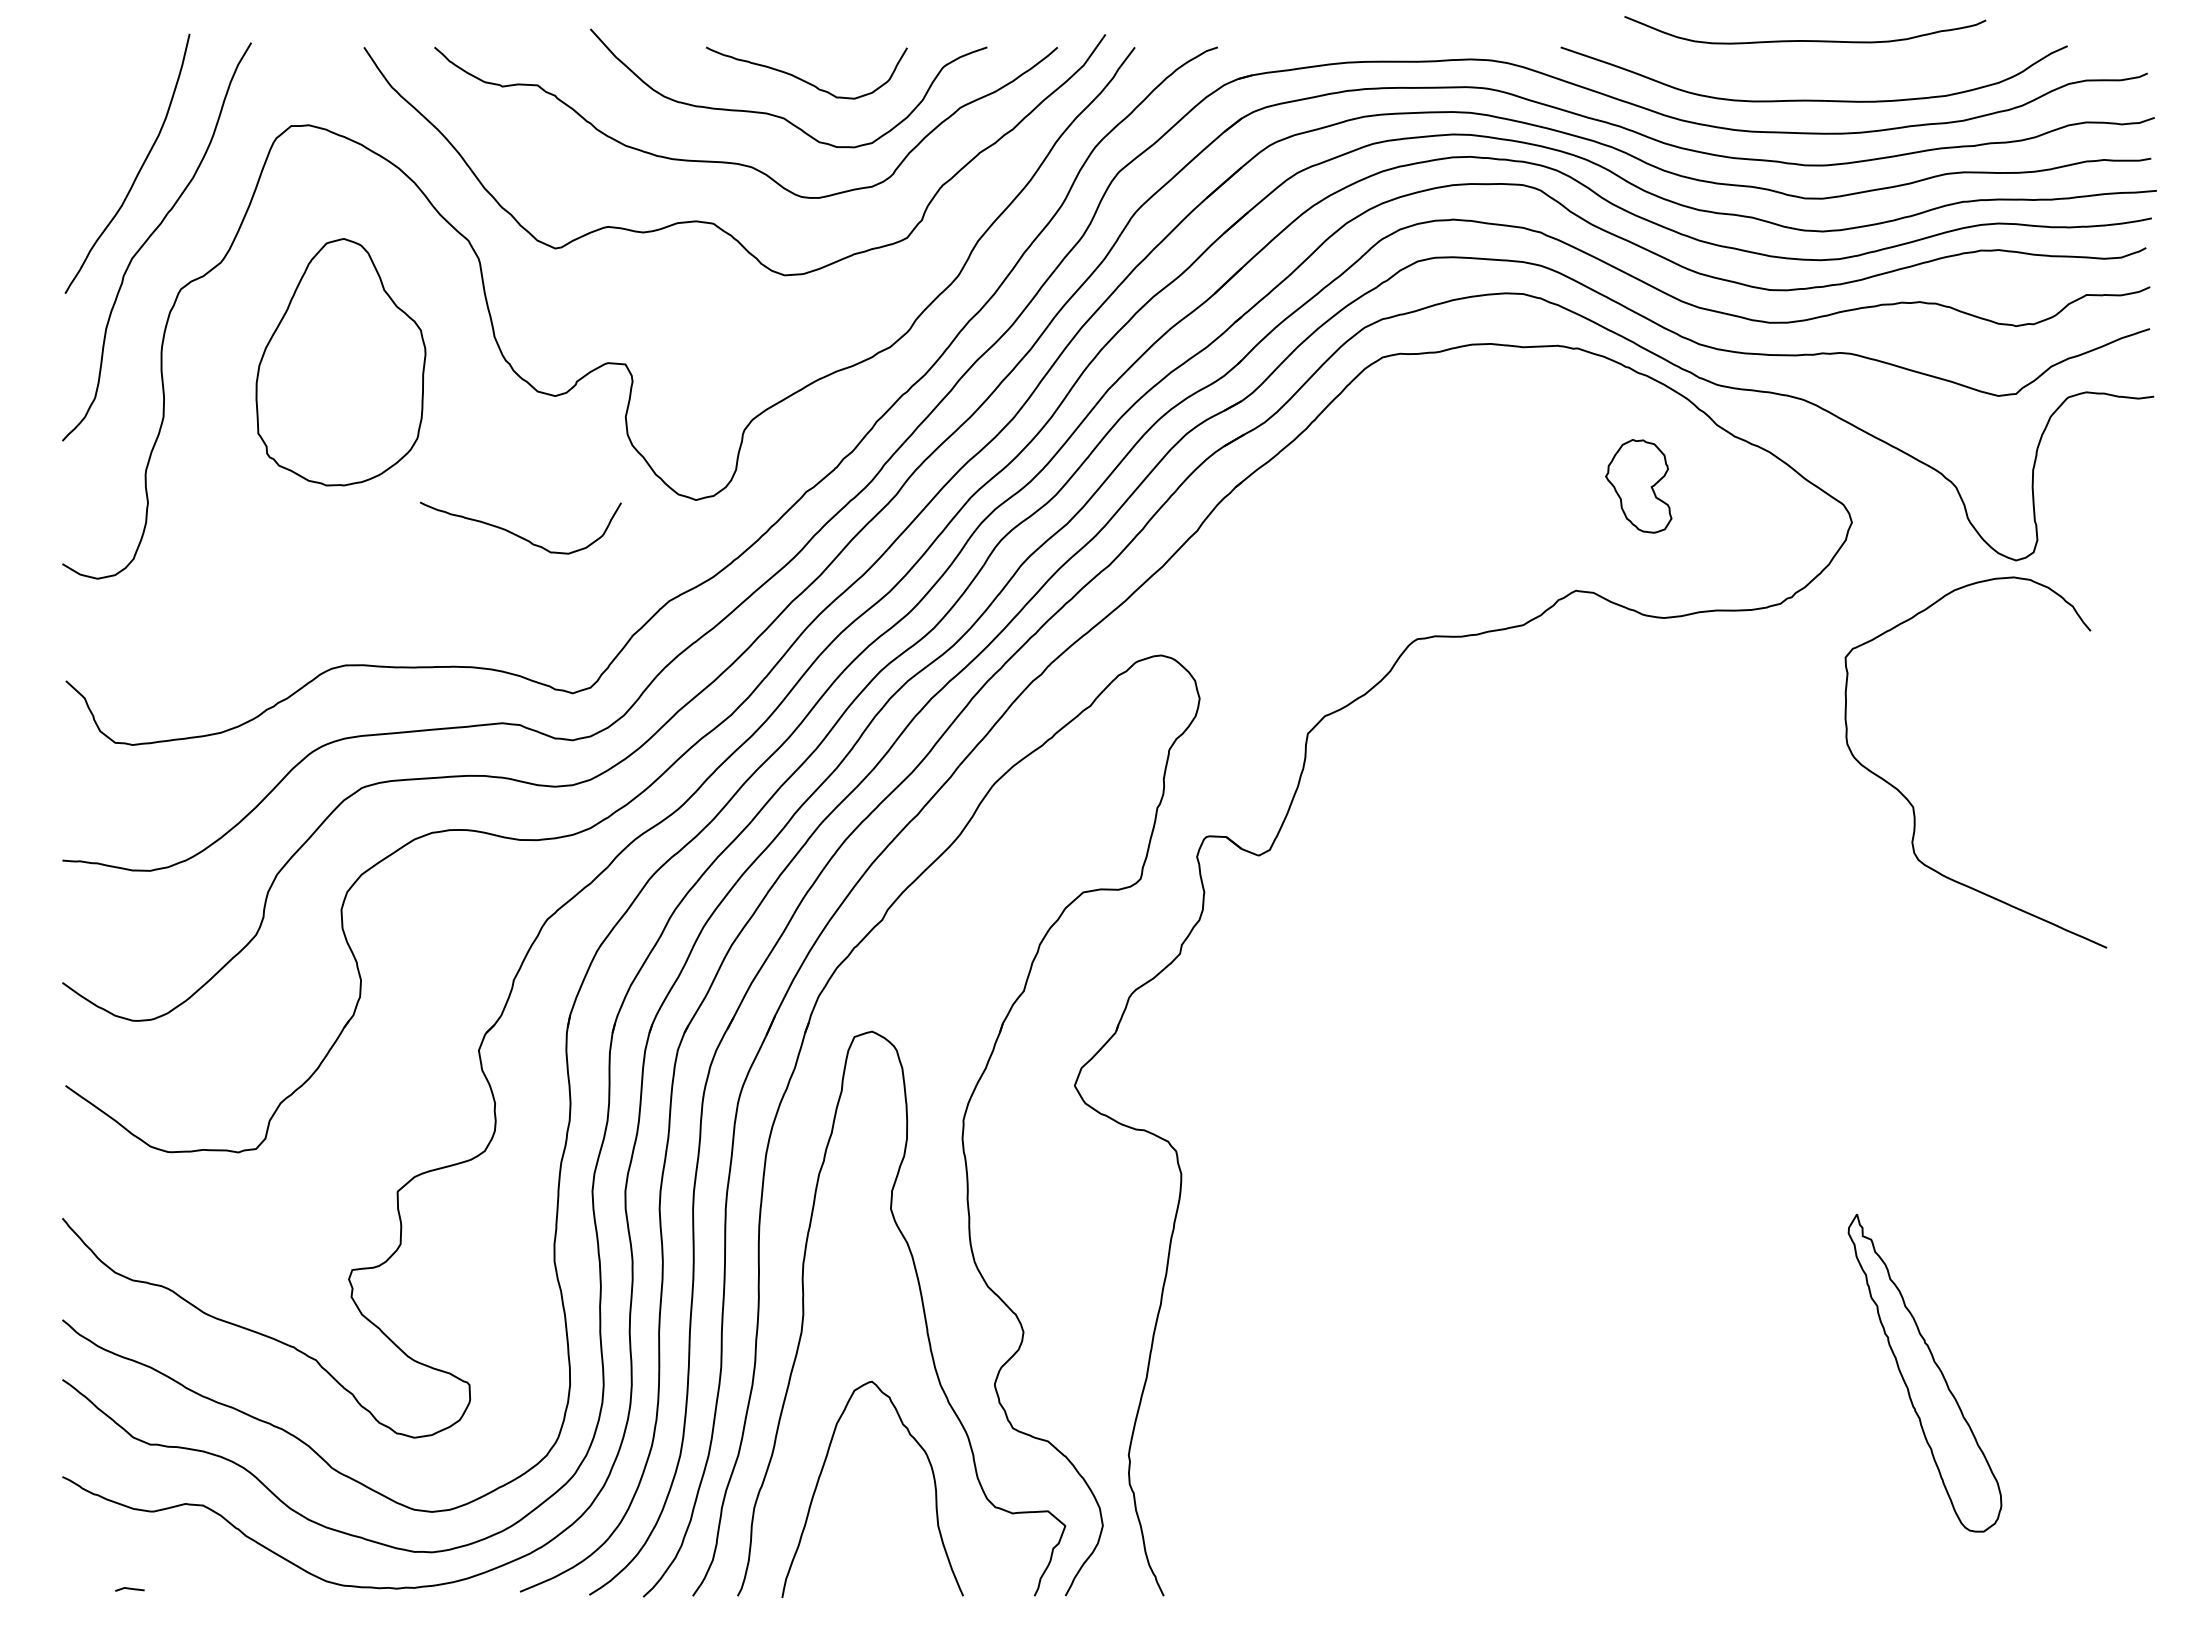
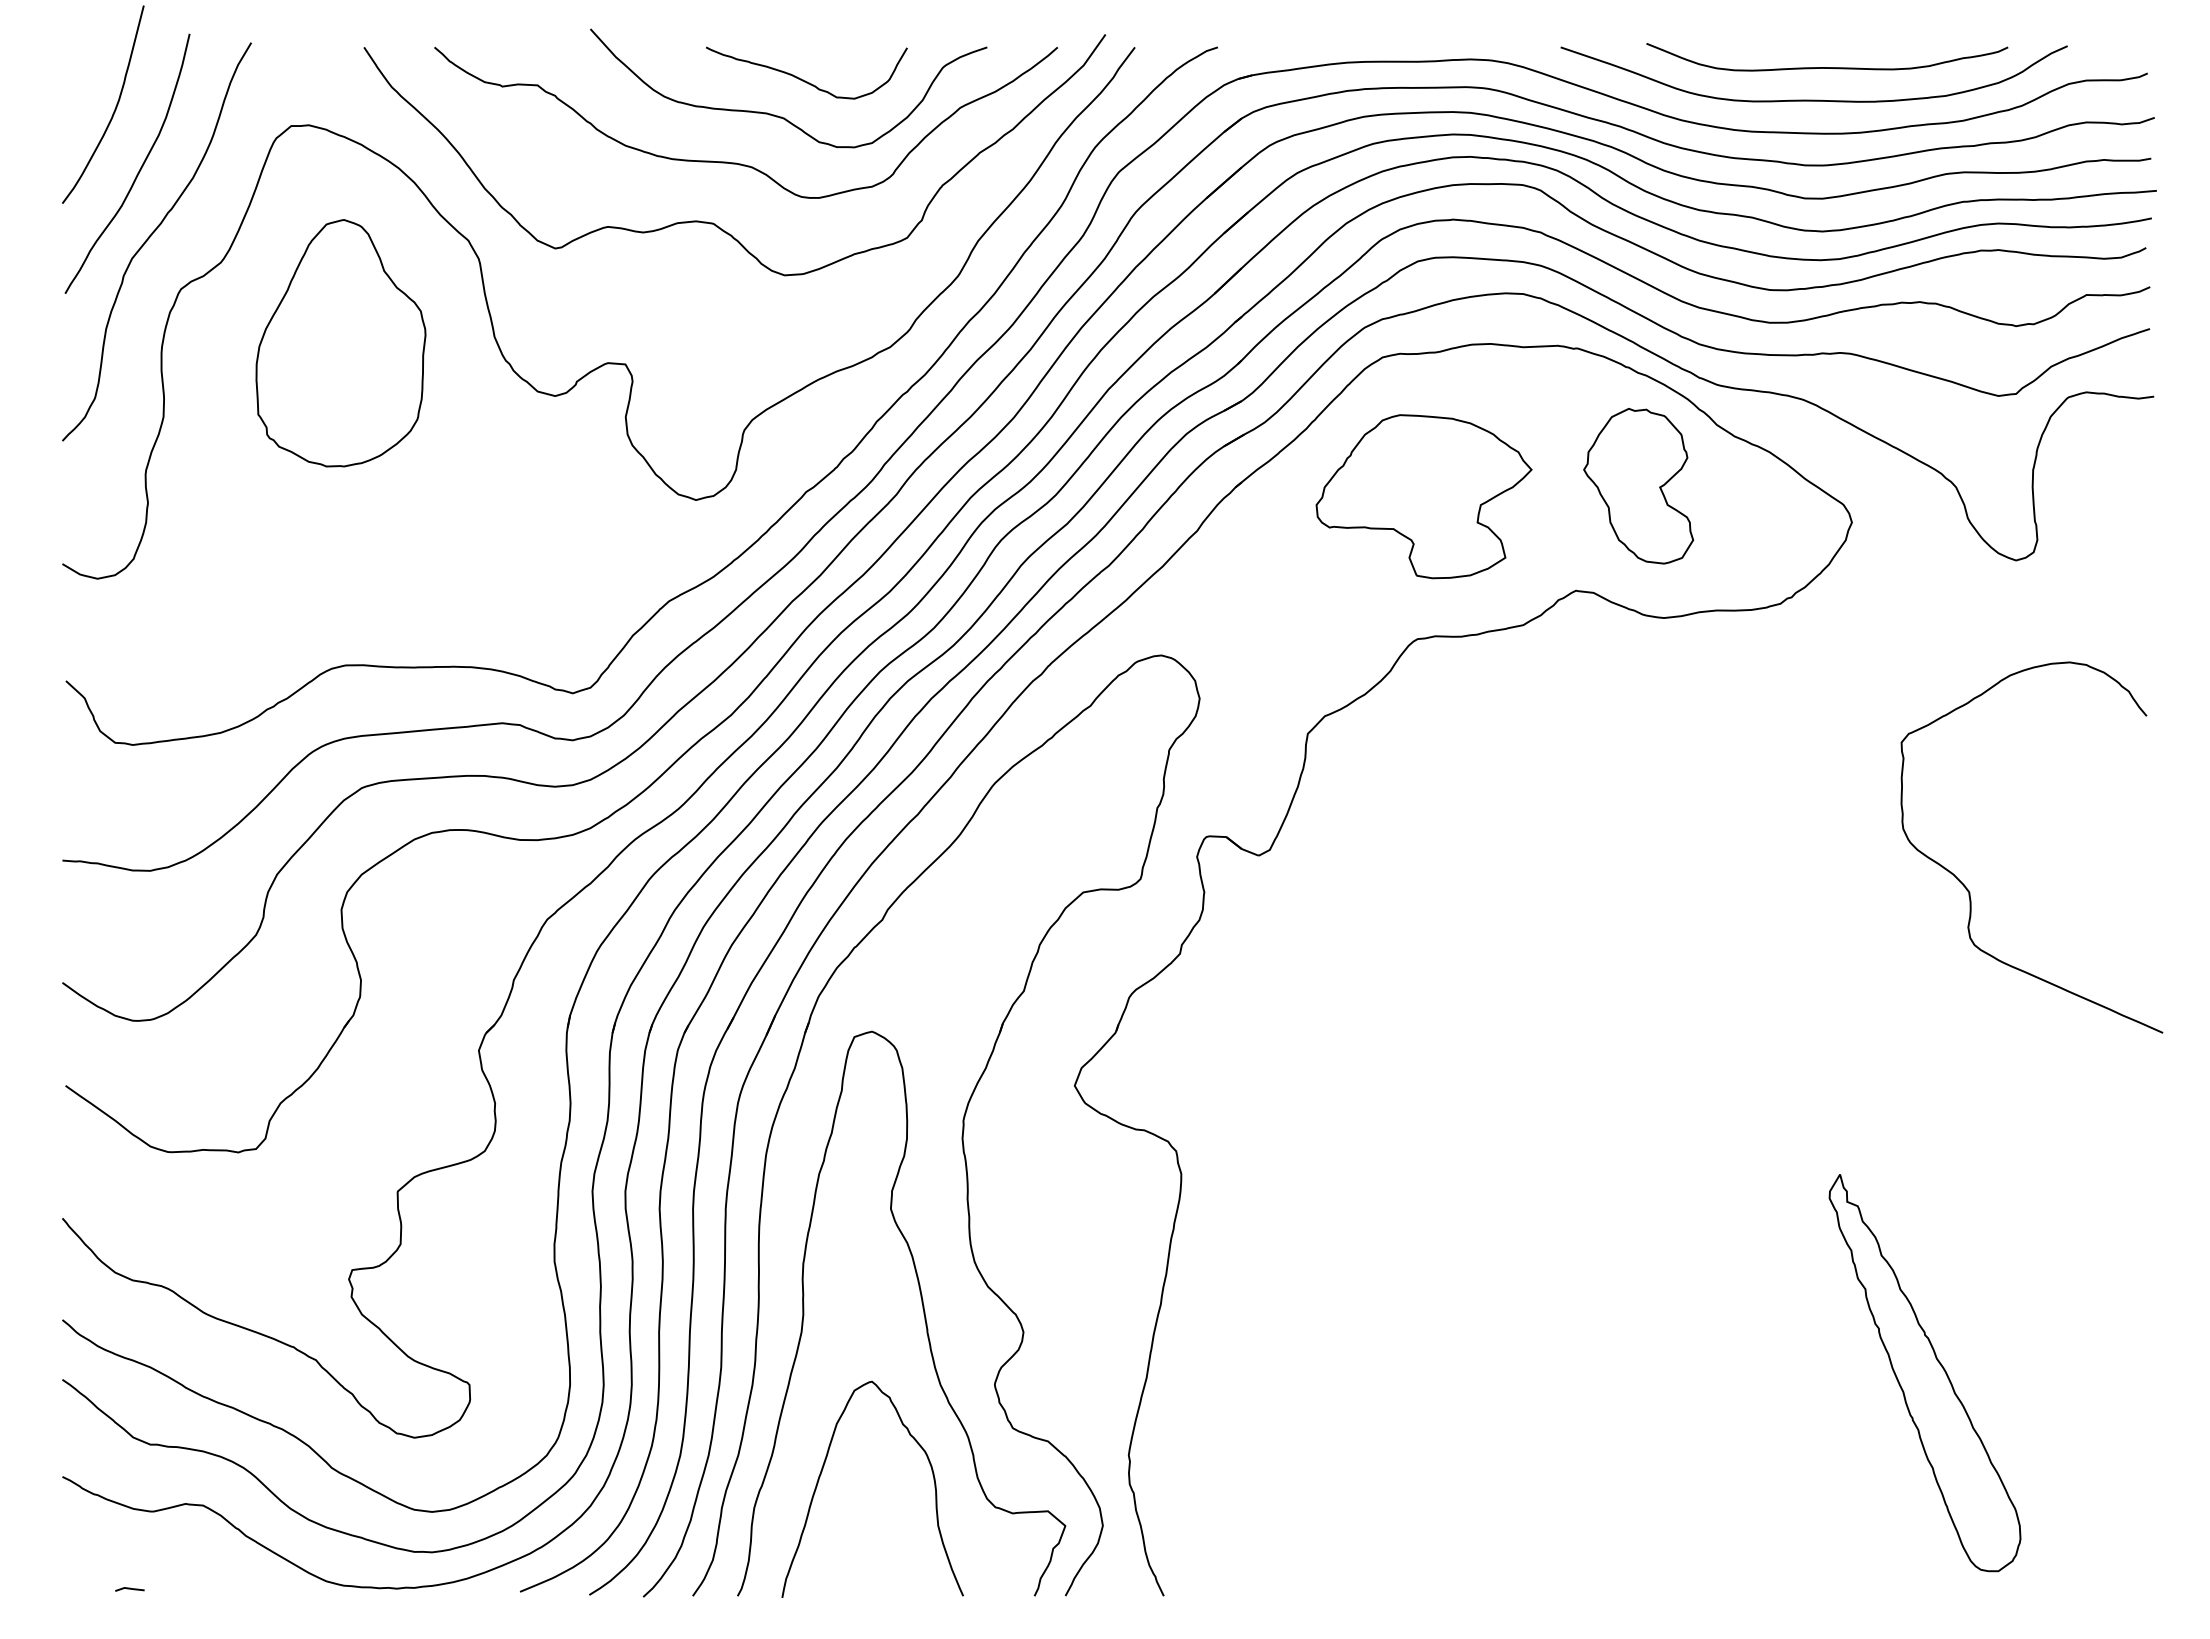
curve at (1805, 40) position: (1805, 40) -> (1827, 67)
curve at (114, 109): none -> present
part at (340, 362) position: (340, 362) -> (340, 343)
part at (1638, 486) size: 68x95 px -> 112x157 px
part at (1423, 496): none -> present
curve at (517, 534): present -> none
curve at (1913, 805) position: (1913, 805) -> (1969, 890)
part at (1924, 1372) size: 156x320 px -> 194x399 px
